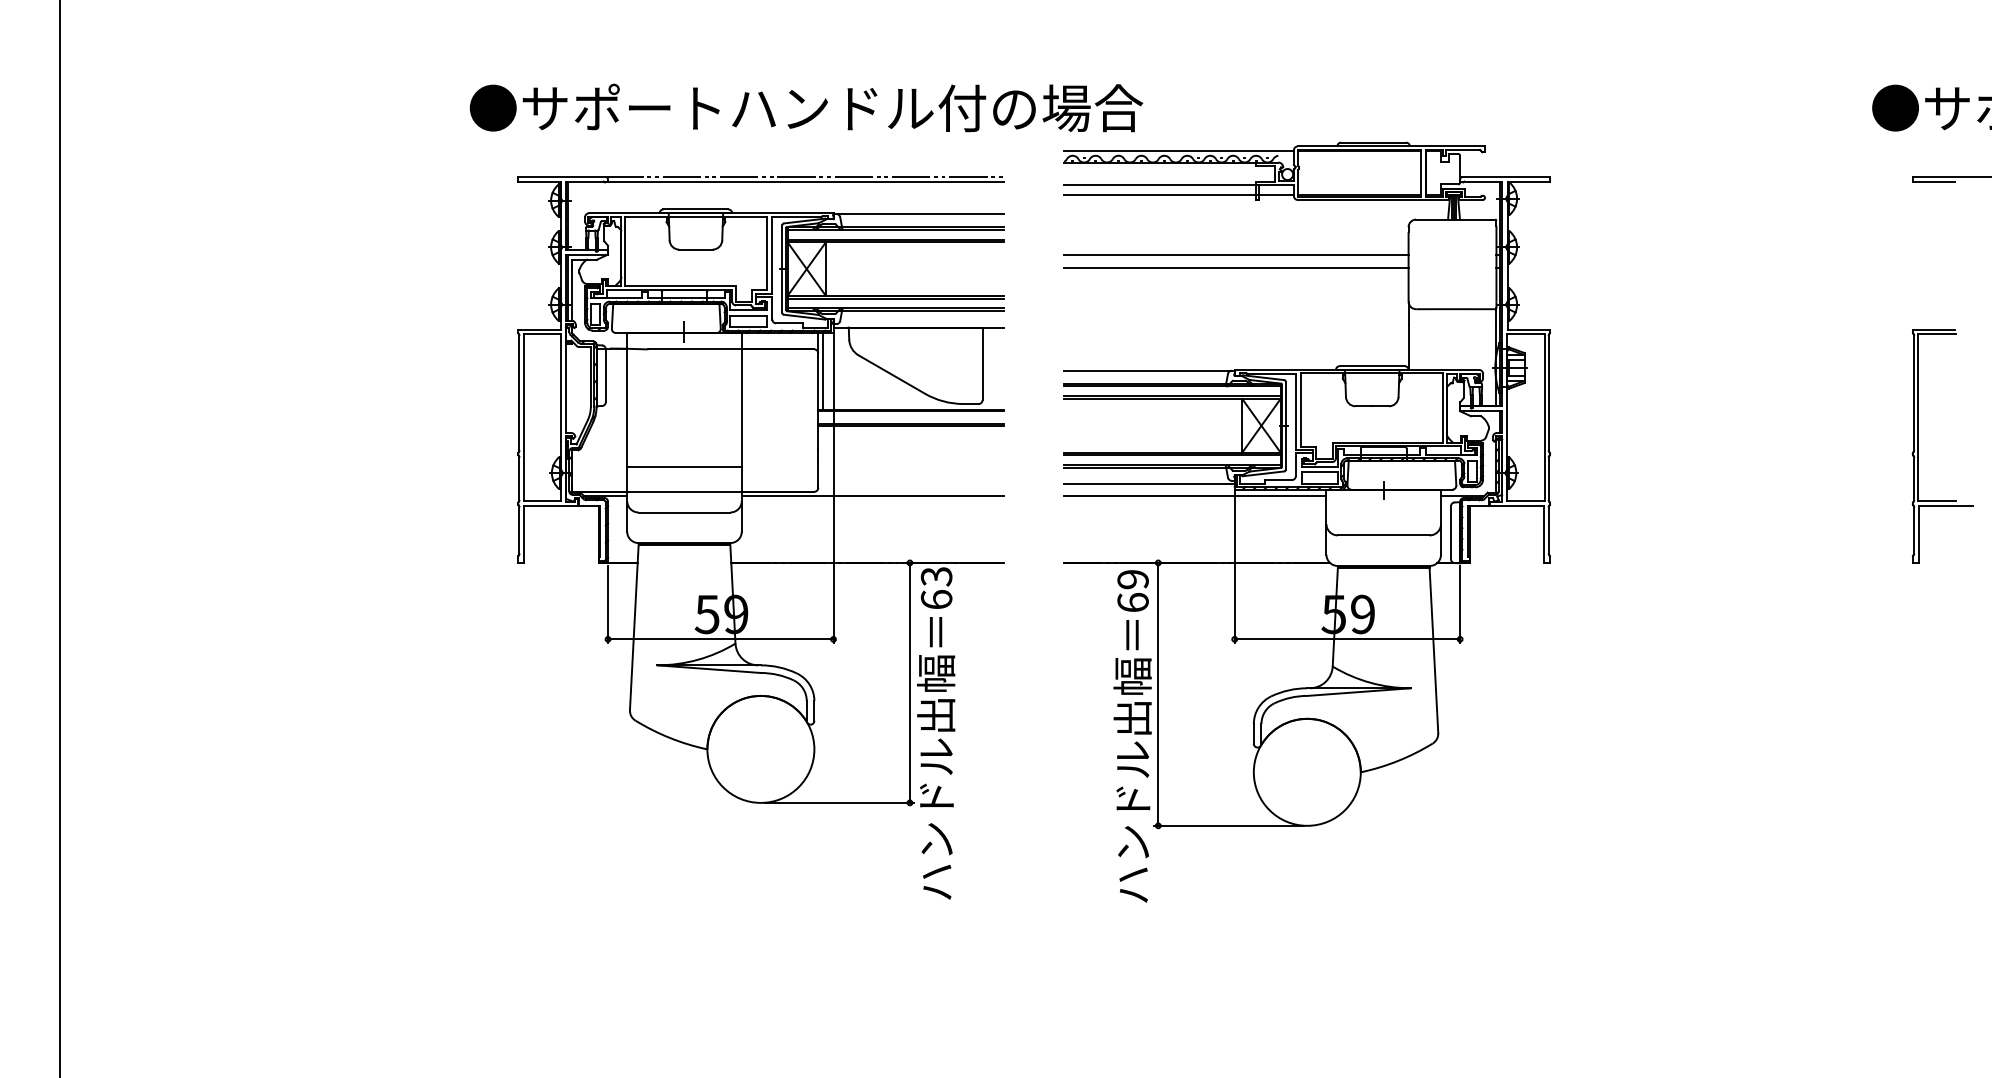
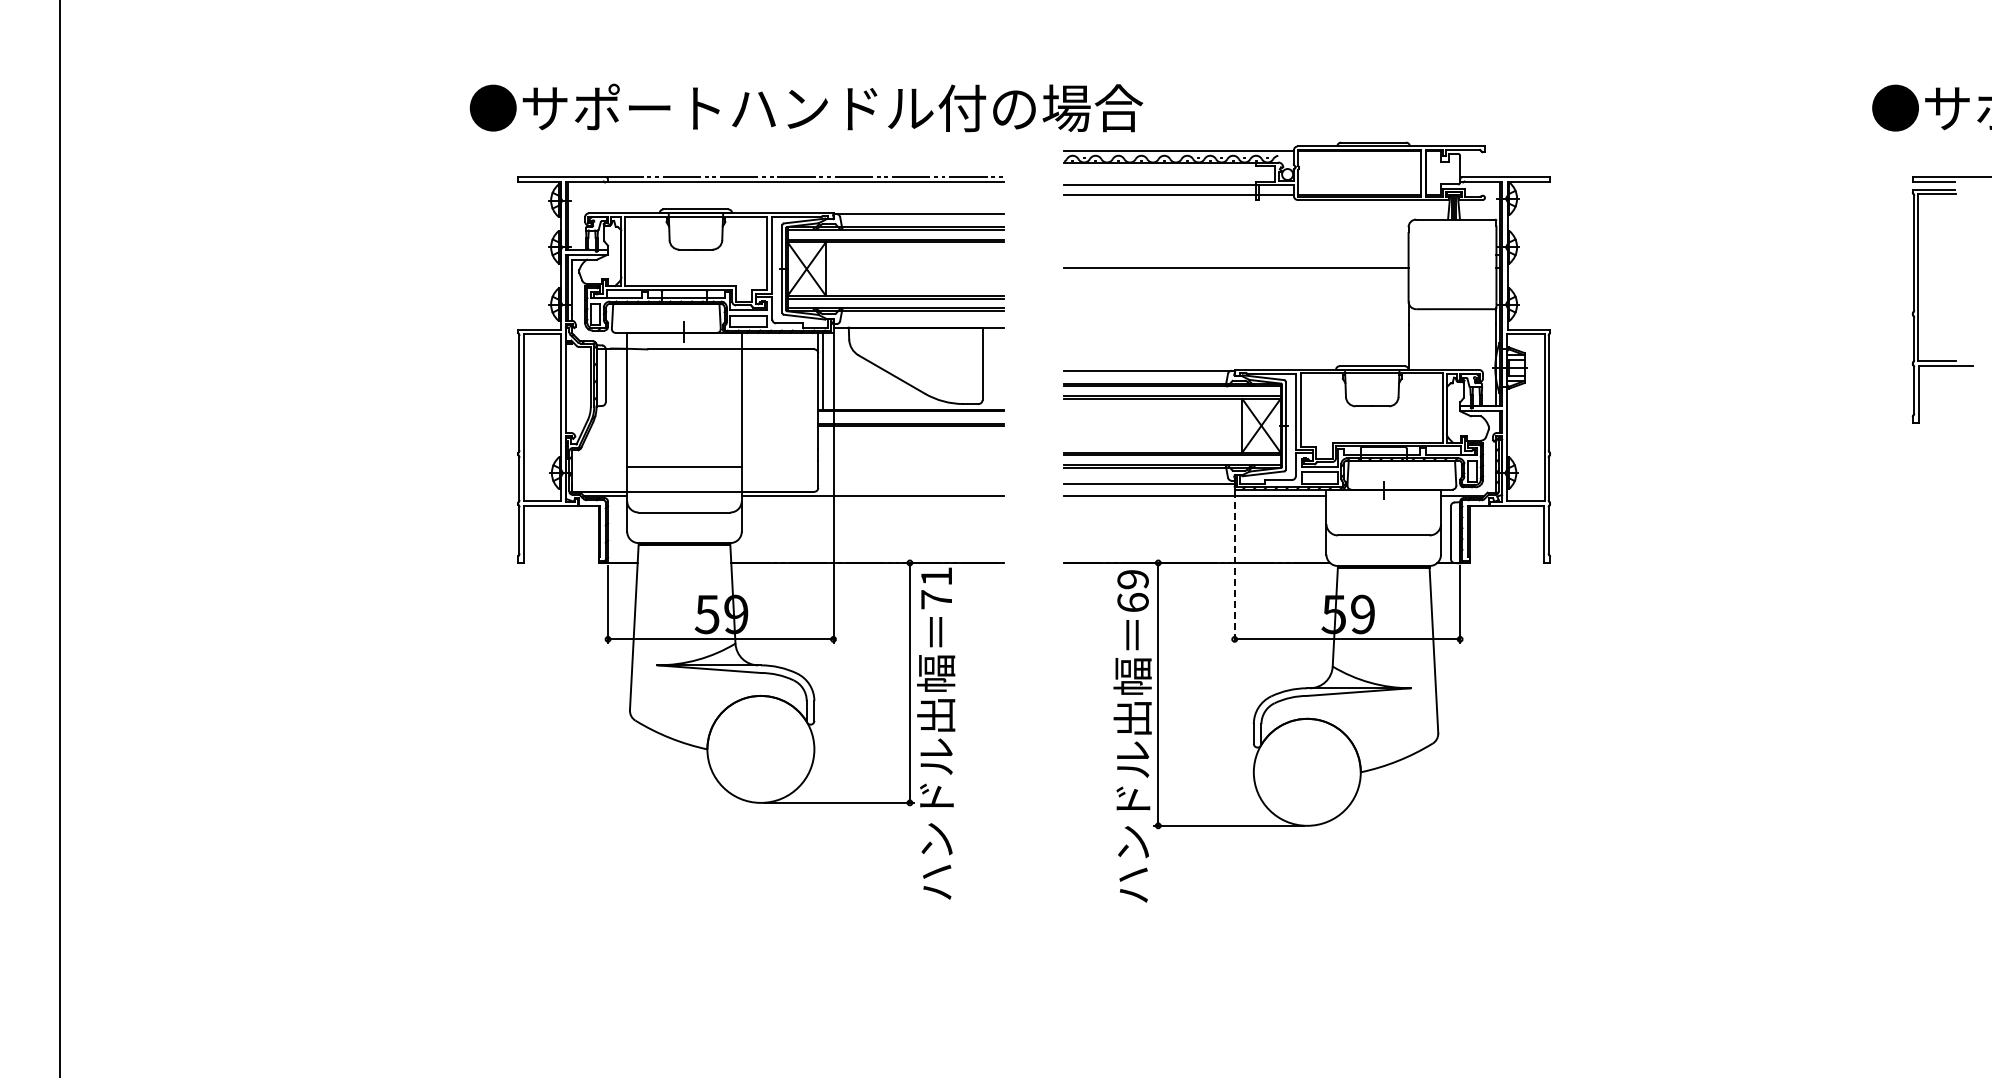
line at (1236, 254): present -> none
part at (1918, 446) position: (1918, 446) -> (1918, 306)
line at (1234, 567): solid -> dashed
text at (936, 588): 63 -> 71
